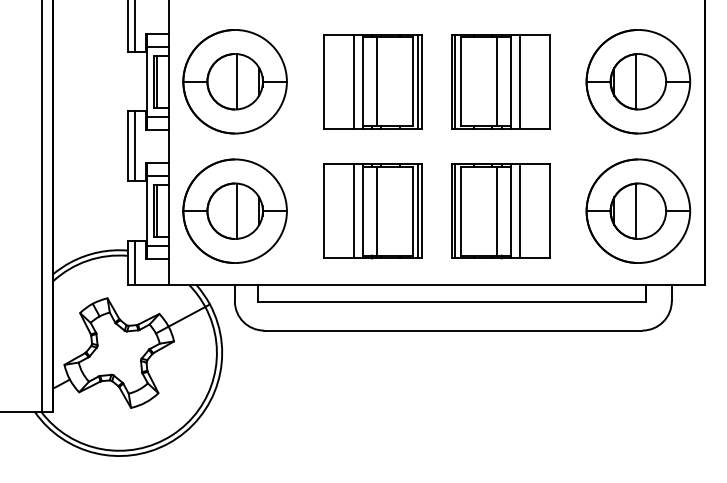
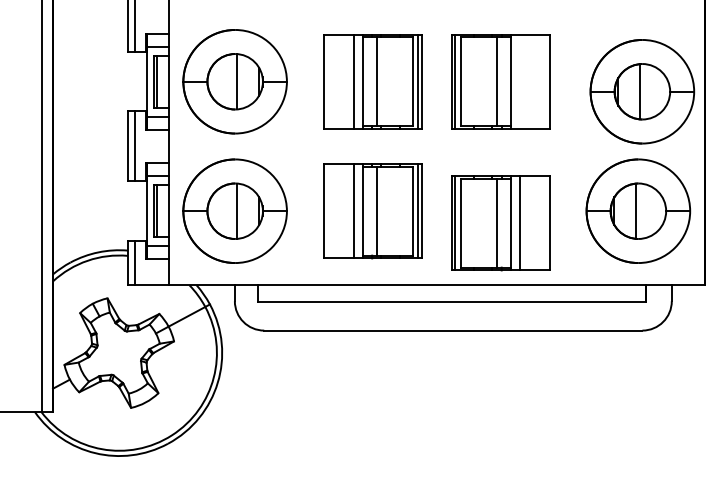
line at (520, 81): present -> none
part at (638, 81) position: (638, 81) -> (642, 91)
part at (500, 211) position: (500, 211) -> (500, 223)
